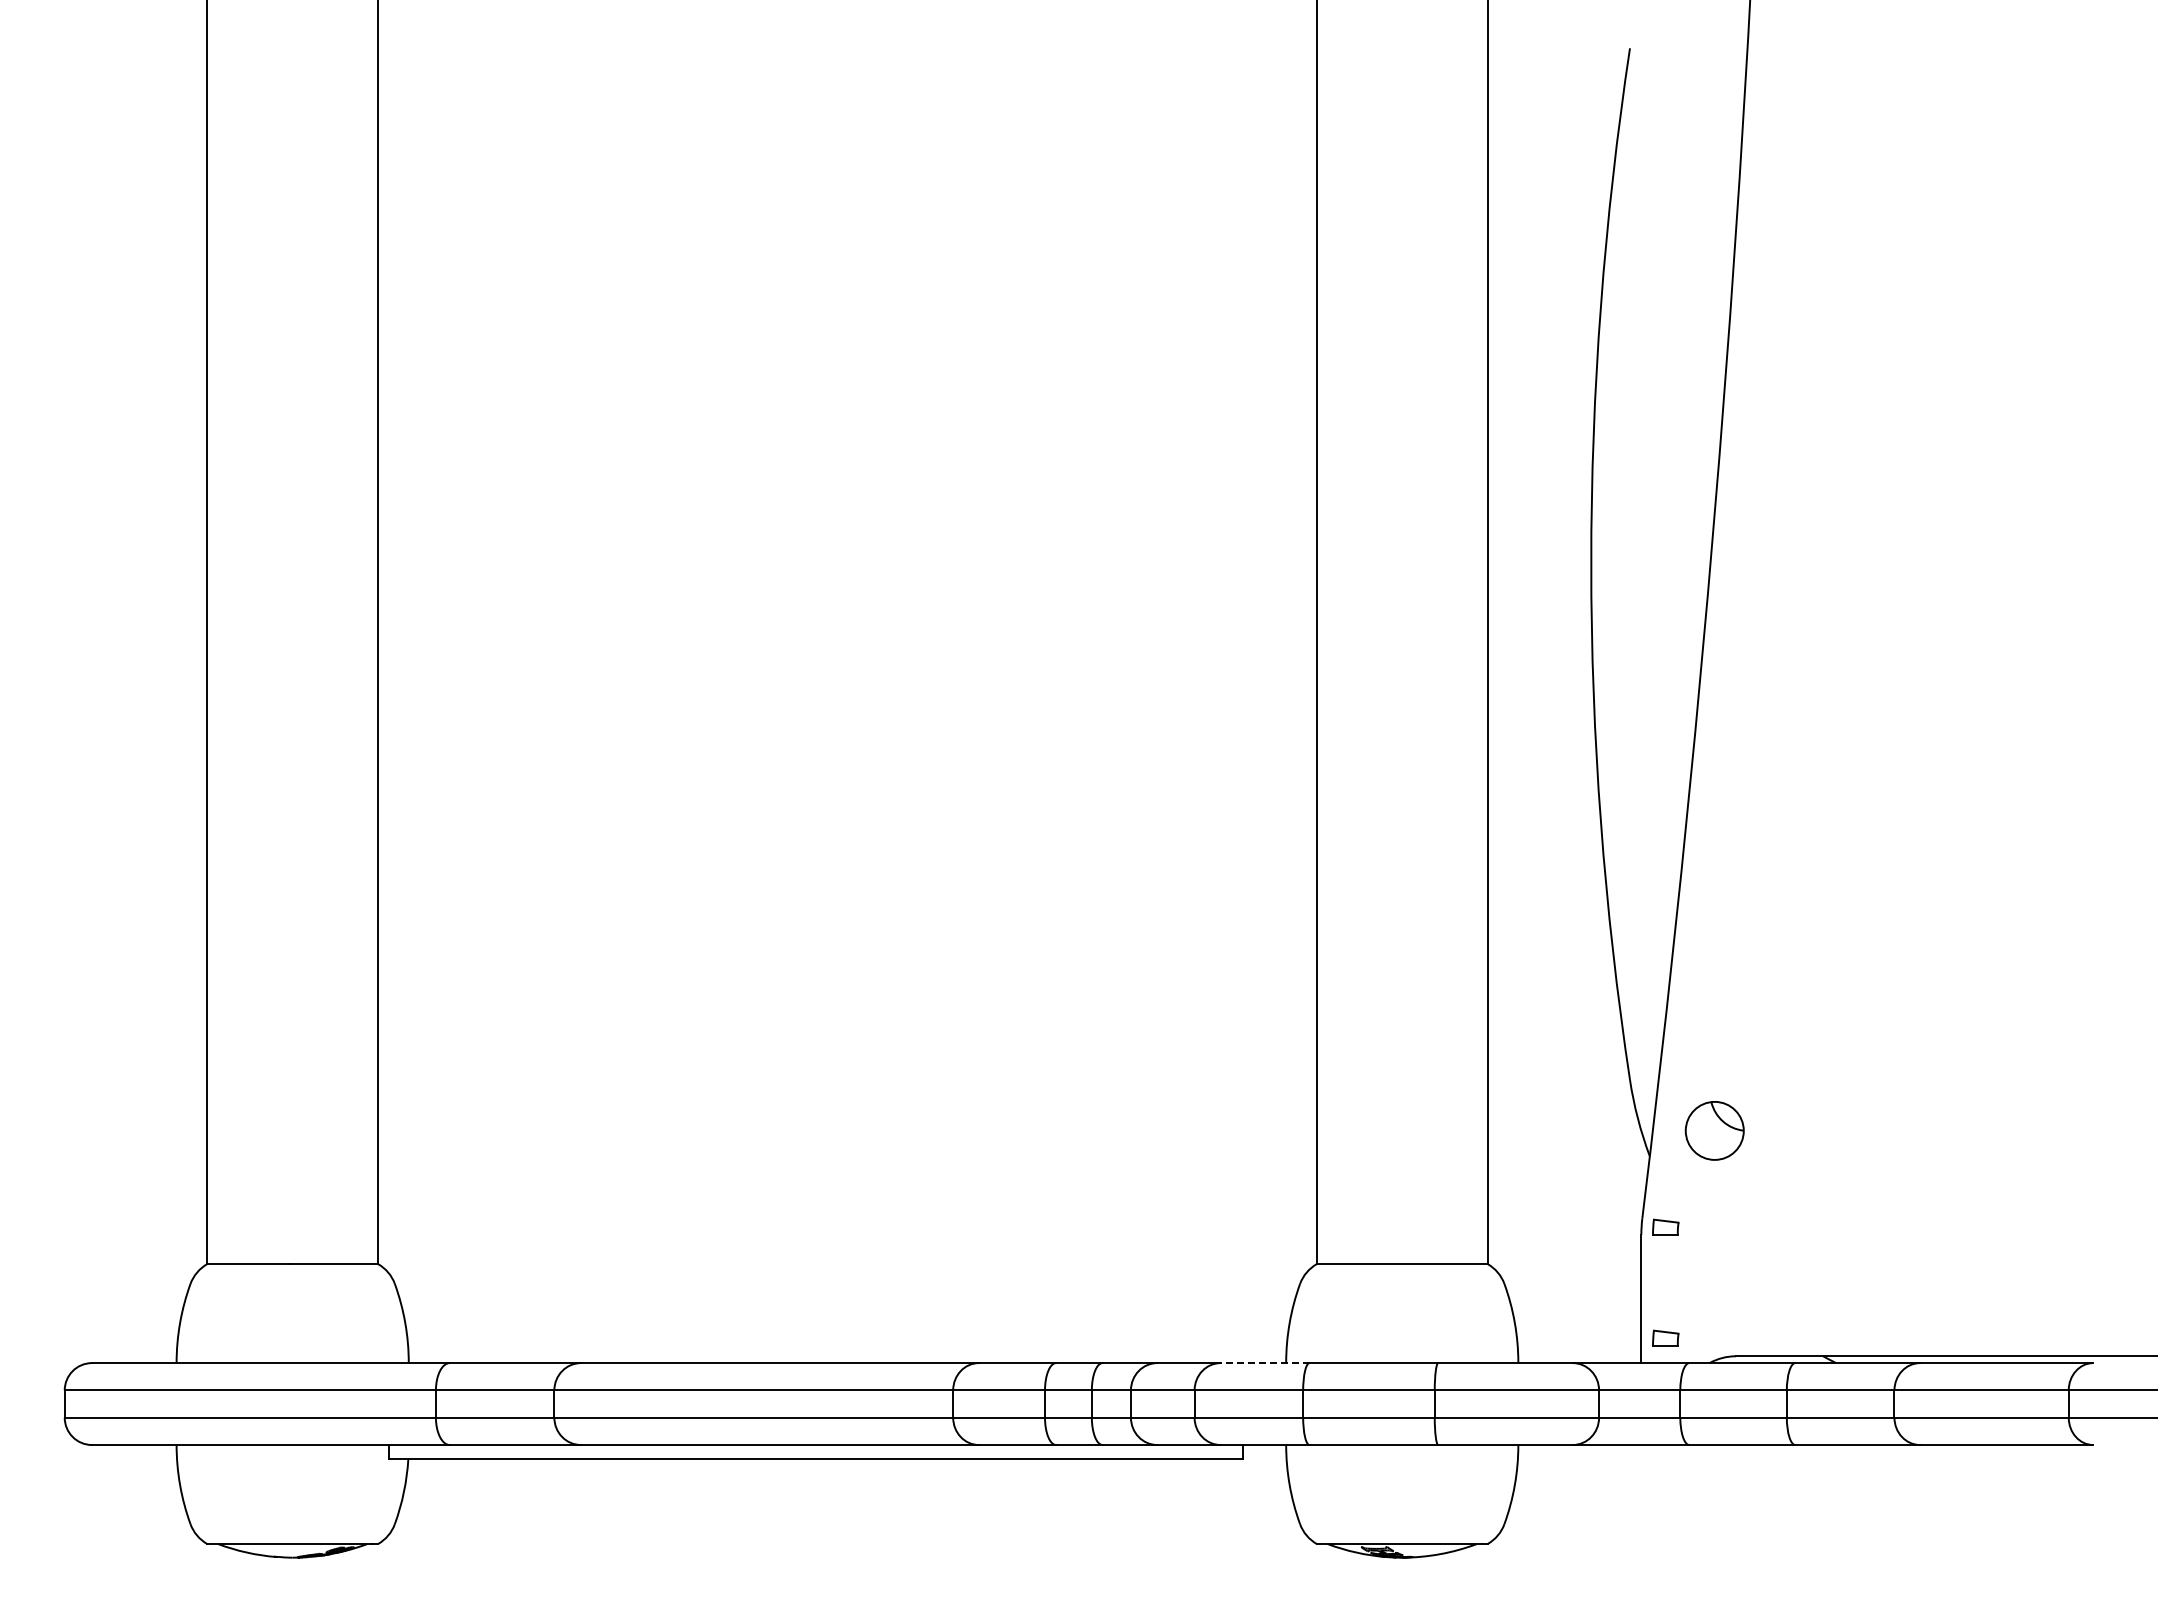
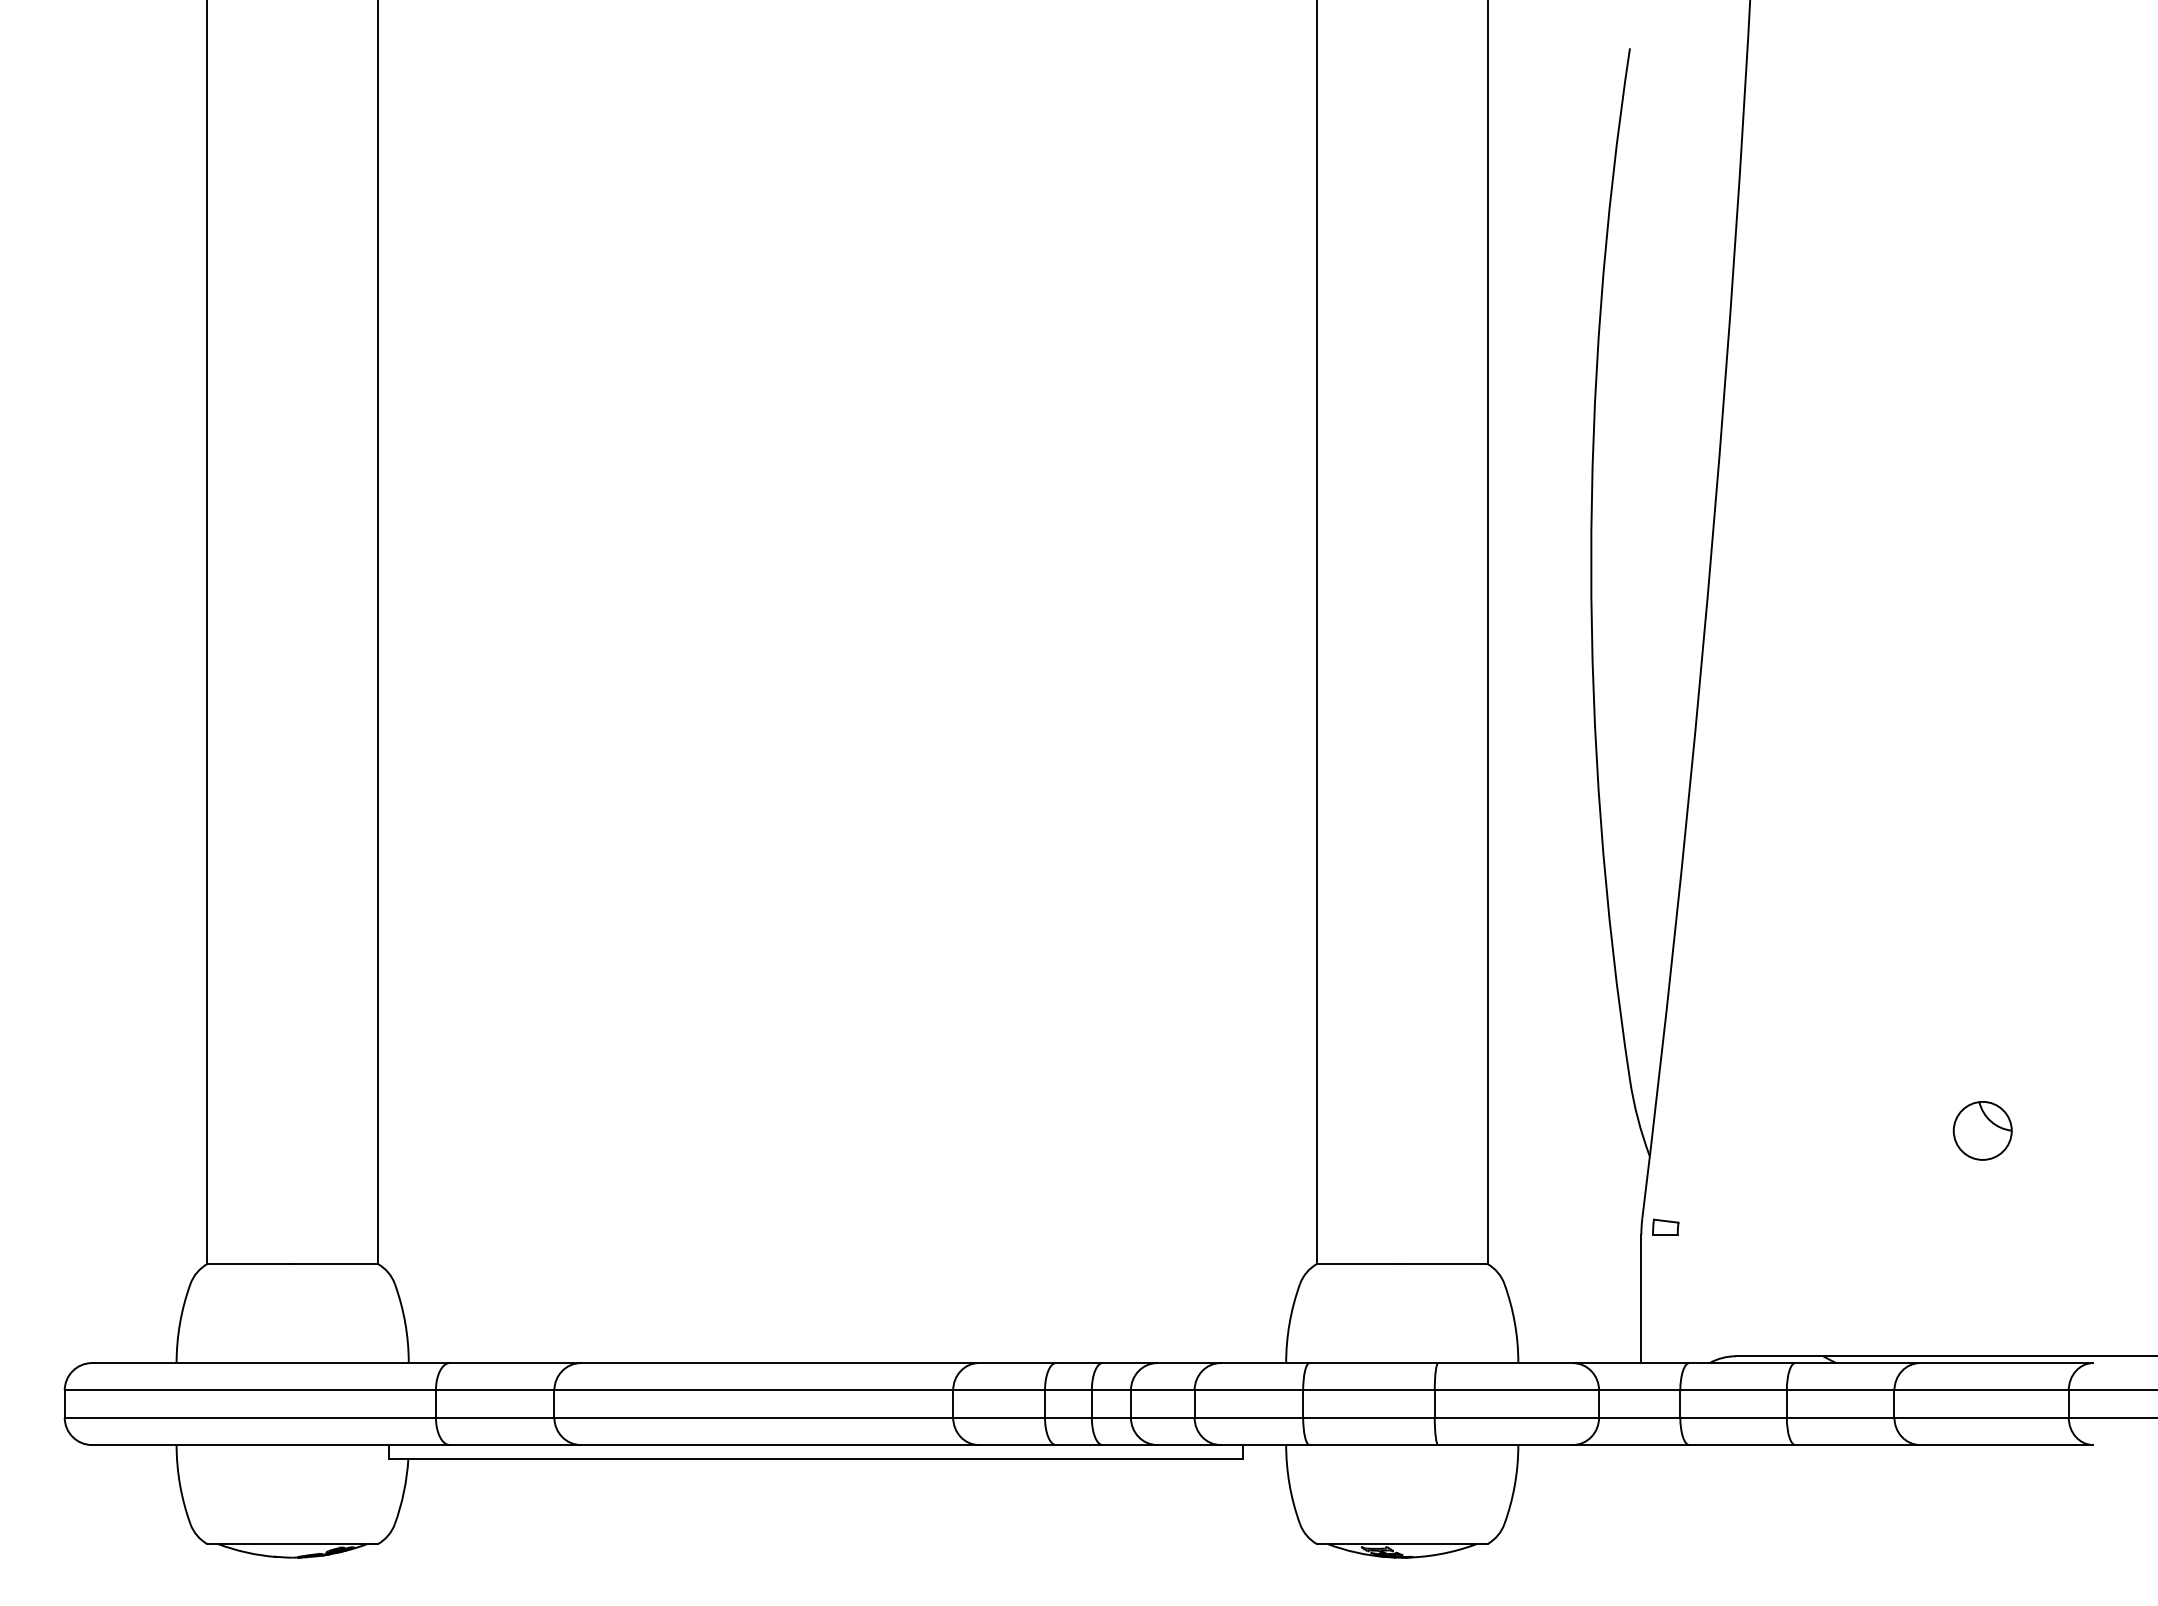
part at (1714, 1130) position: (1714, 1130) -> (1982, 1130)
part at (1665, 1337): present -> none
line at (1264, 1363): dashed -> solid
